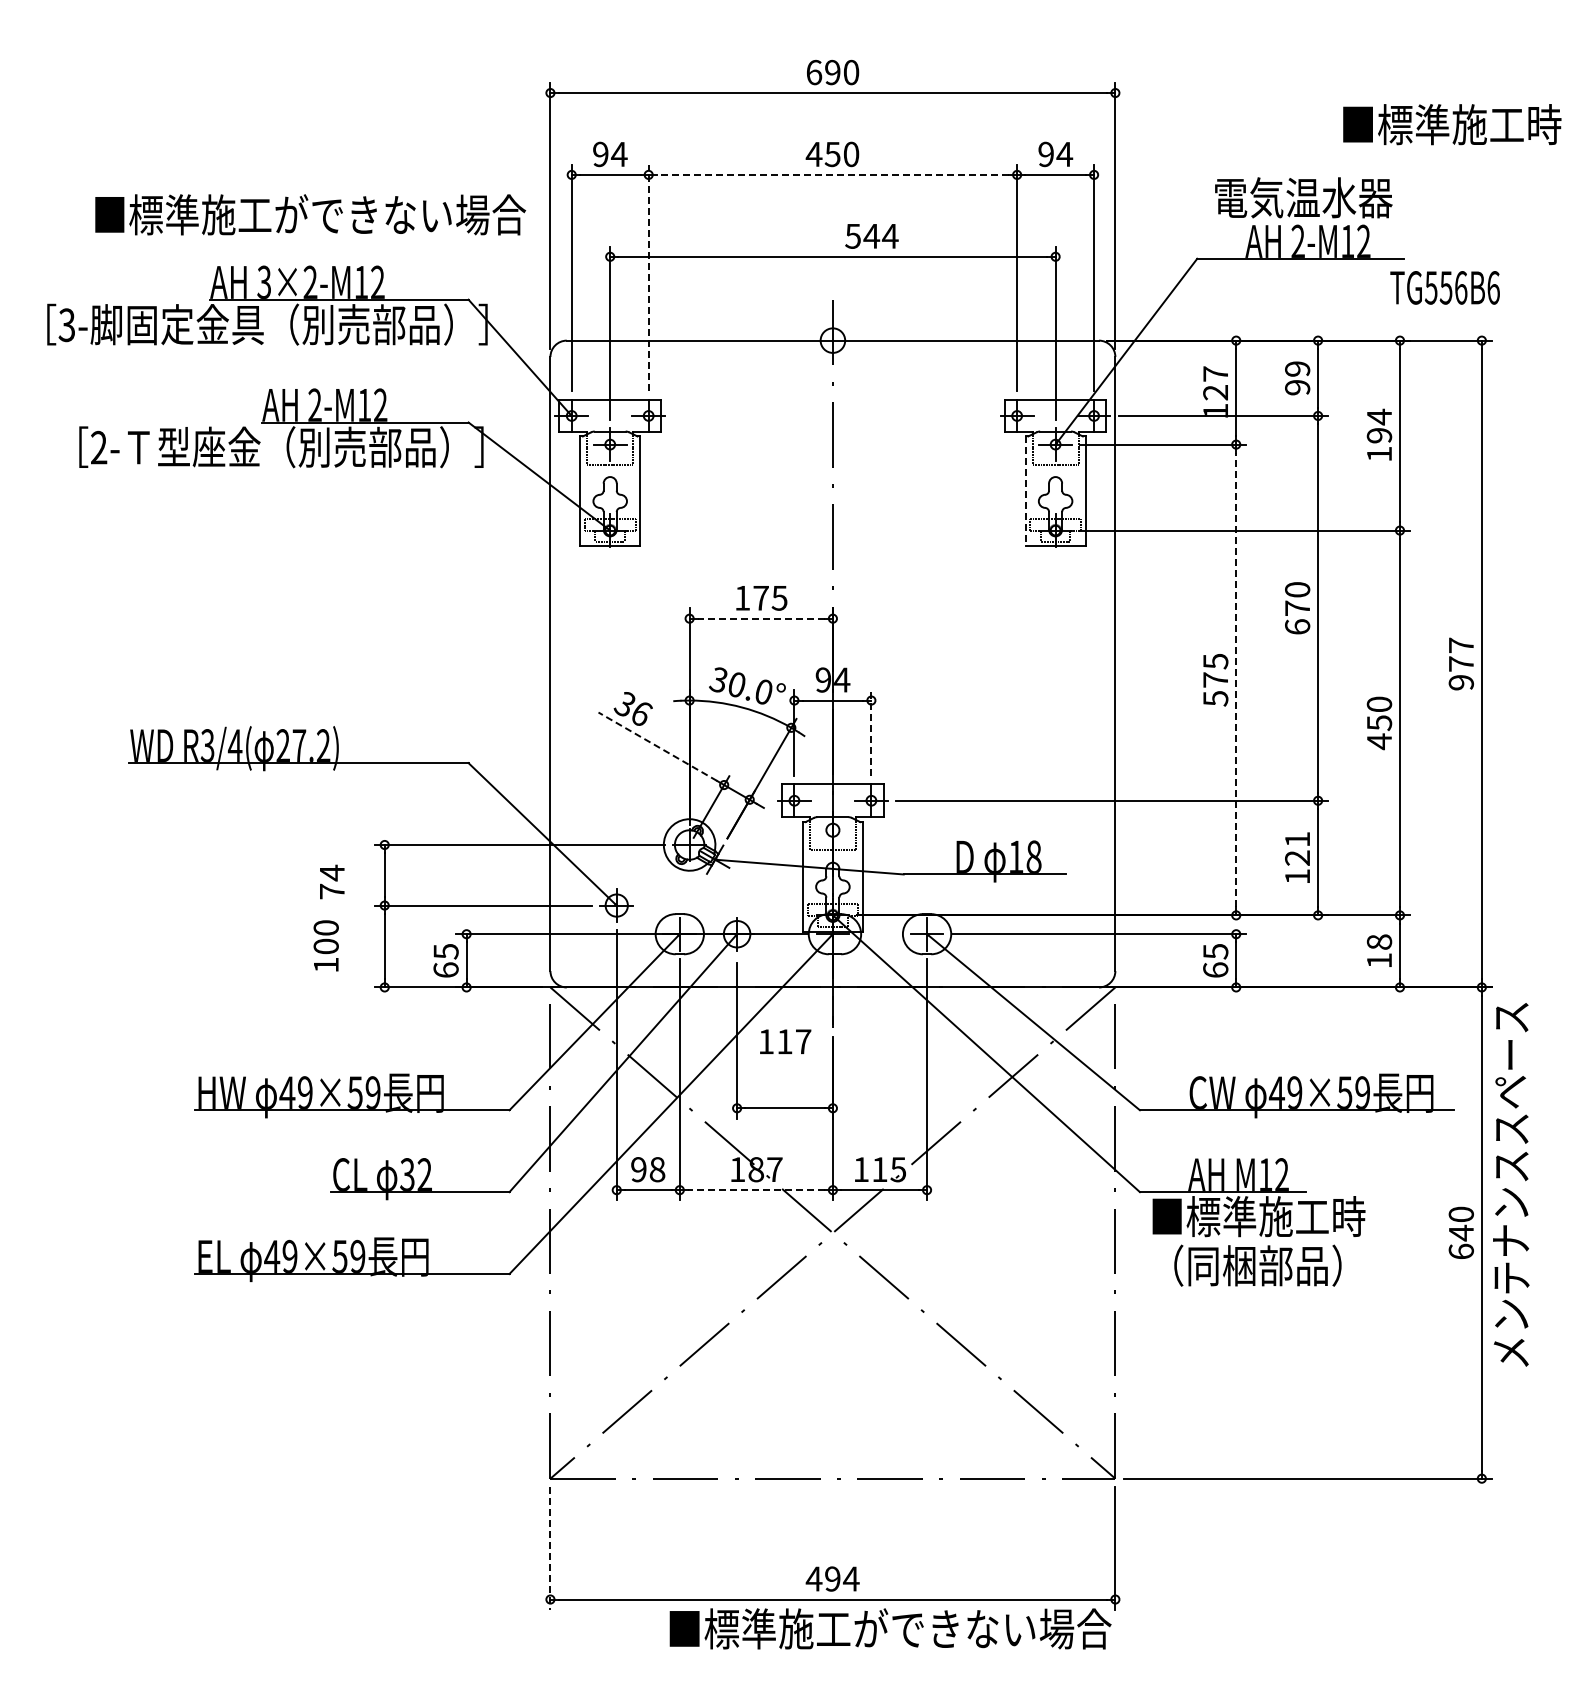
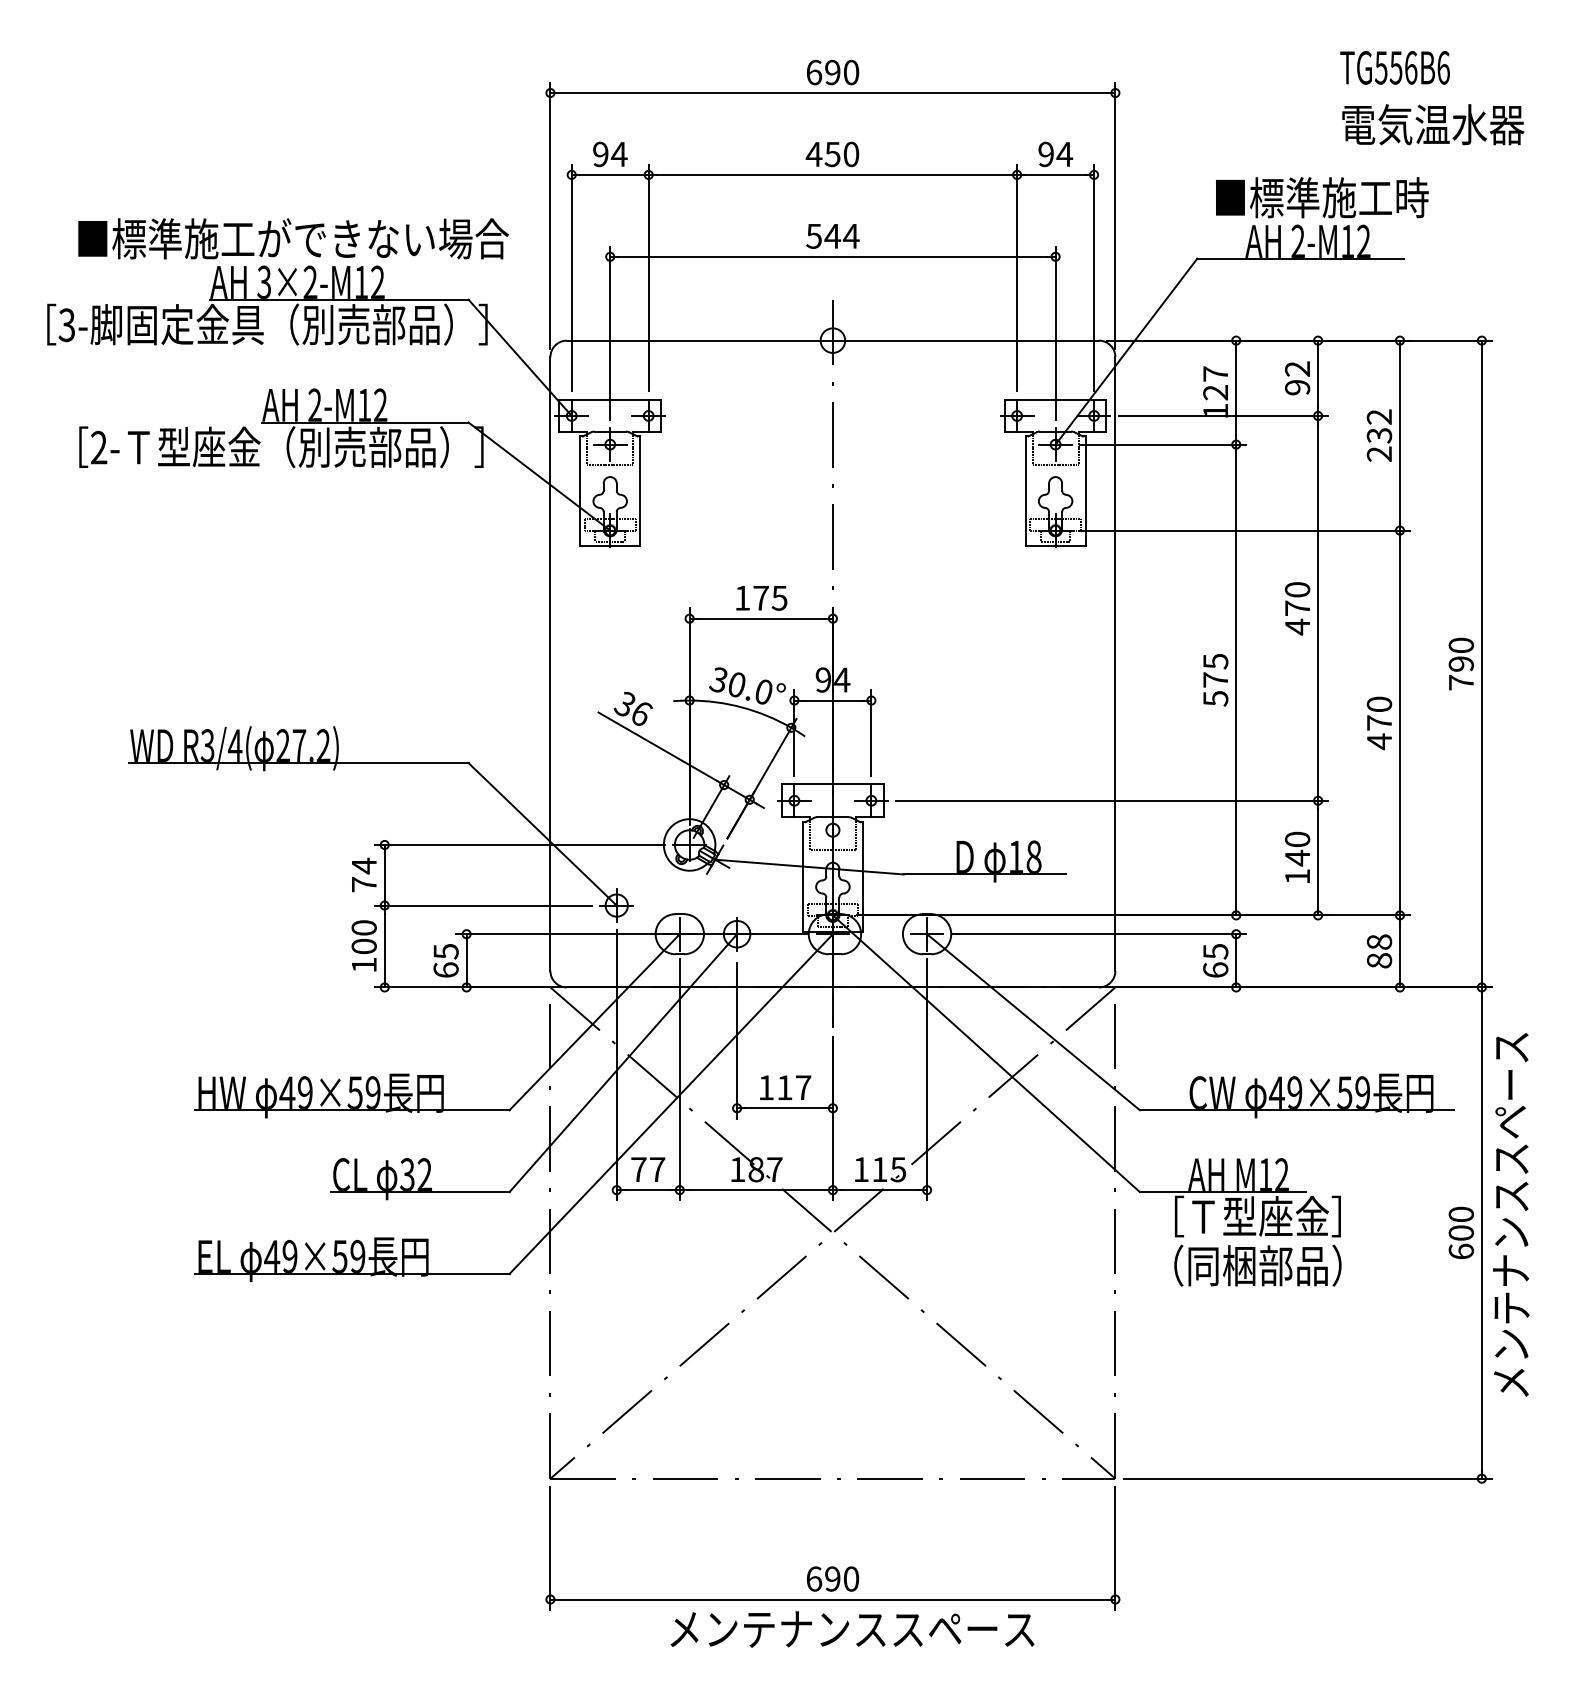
text at (1451, 124): ■標準施工時 -> 電気温水器
line at (832, 174): dashed -> solid
text at (1321, 197): 電気温水器 -> ■標準施工時
text at (310, 214) position: (310, 214) -> (293, 238)
text at (871, 236) position: (871, 236) -> (832, 236)
line at (648, 277): dashed -> solid
text at (1444, 287) position: (1444, 287) -> (1394, 67)
text at (1297, 368): 99 -> 92
text at (1379, 434): 194 -> 232
line at (1025, 491): dashed -> solid
line at (760, 618): dashed -> solid
text at (1297, 626): 670 -> 470
text at (1461, 663): 977 -> 790
line at (1236, 679): dashed -> solid
text at (1379, 723): 450 -> 470
line at (871, 733): dashed -> solid
line at (657, 746): dashed -> solid
text at (1297, 848): 121 -> 140
text at (332, 881) position: (332, 881) -> (364, 874)
text at (325, 945) position: (325, 945) -> (363, 945)
text at (1379, 960): 18 -> 88
text at (785, 1041) position: (785, 1041) -> (785, 1087)
text at (648, 1169): 98 -> 77
text at (1511, 1184) position: (1511, 1184) -> (1511, 1214)
line at (755, 1190): dashed -> solid
text at (1258, 1216): ■標準施工時 -> ［Ｔ型座金］
text at (1460, 1232): 640 -> 600
line at (550, 1548): dashed -> solid
text at (832, 1578): 494 -> 690
text at (890, 1628): ■標準施工ができない場合 -> メンテナンススペース
